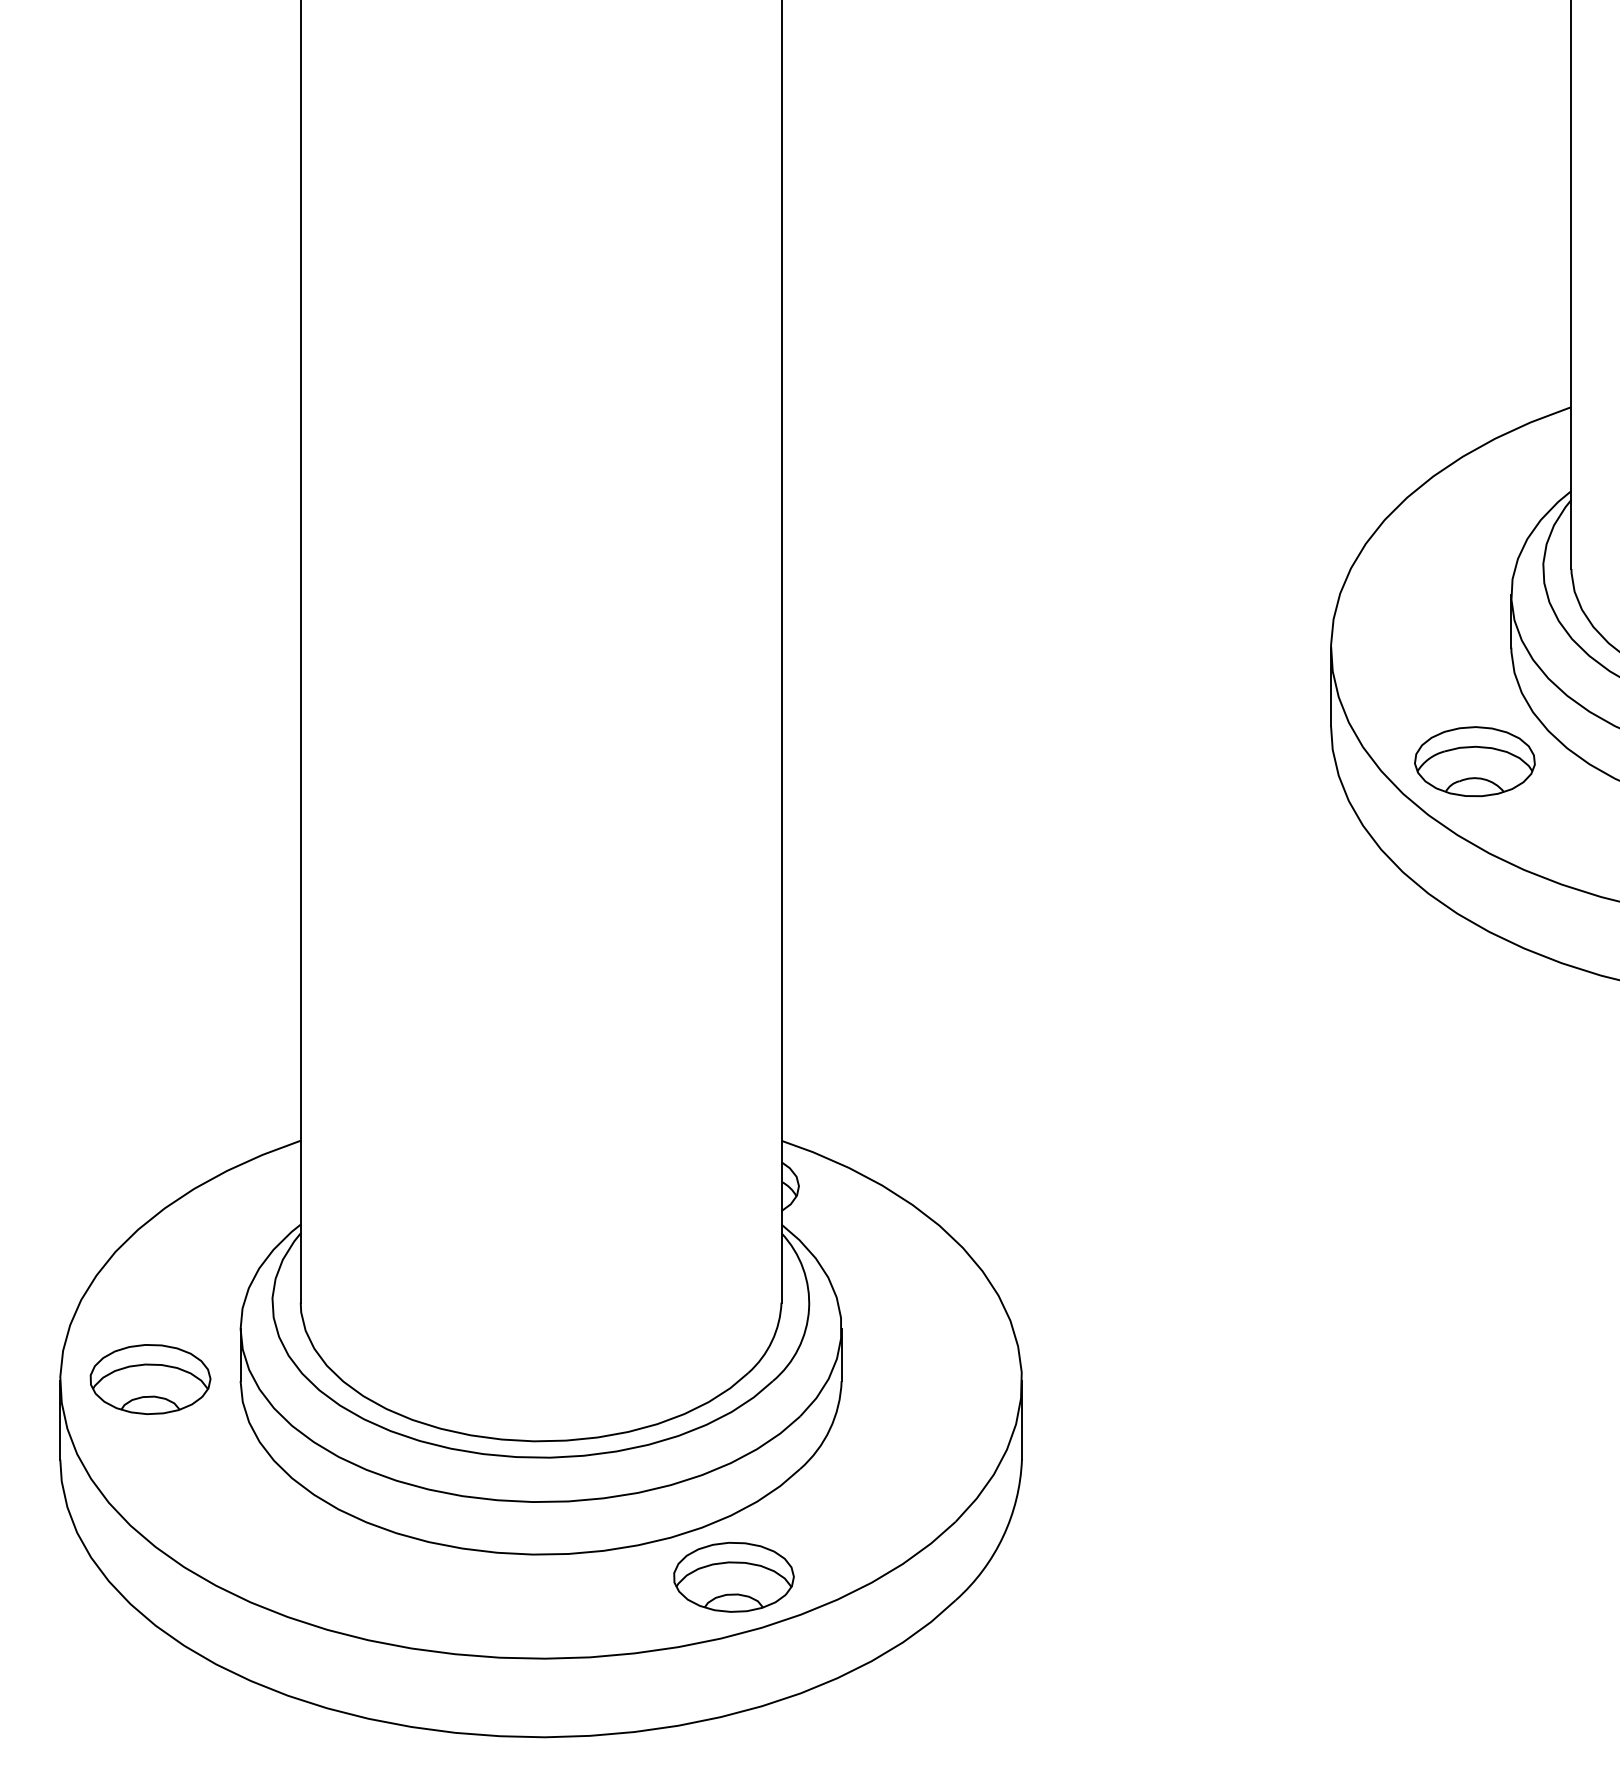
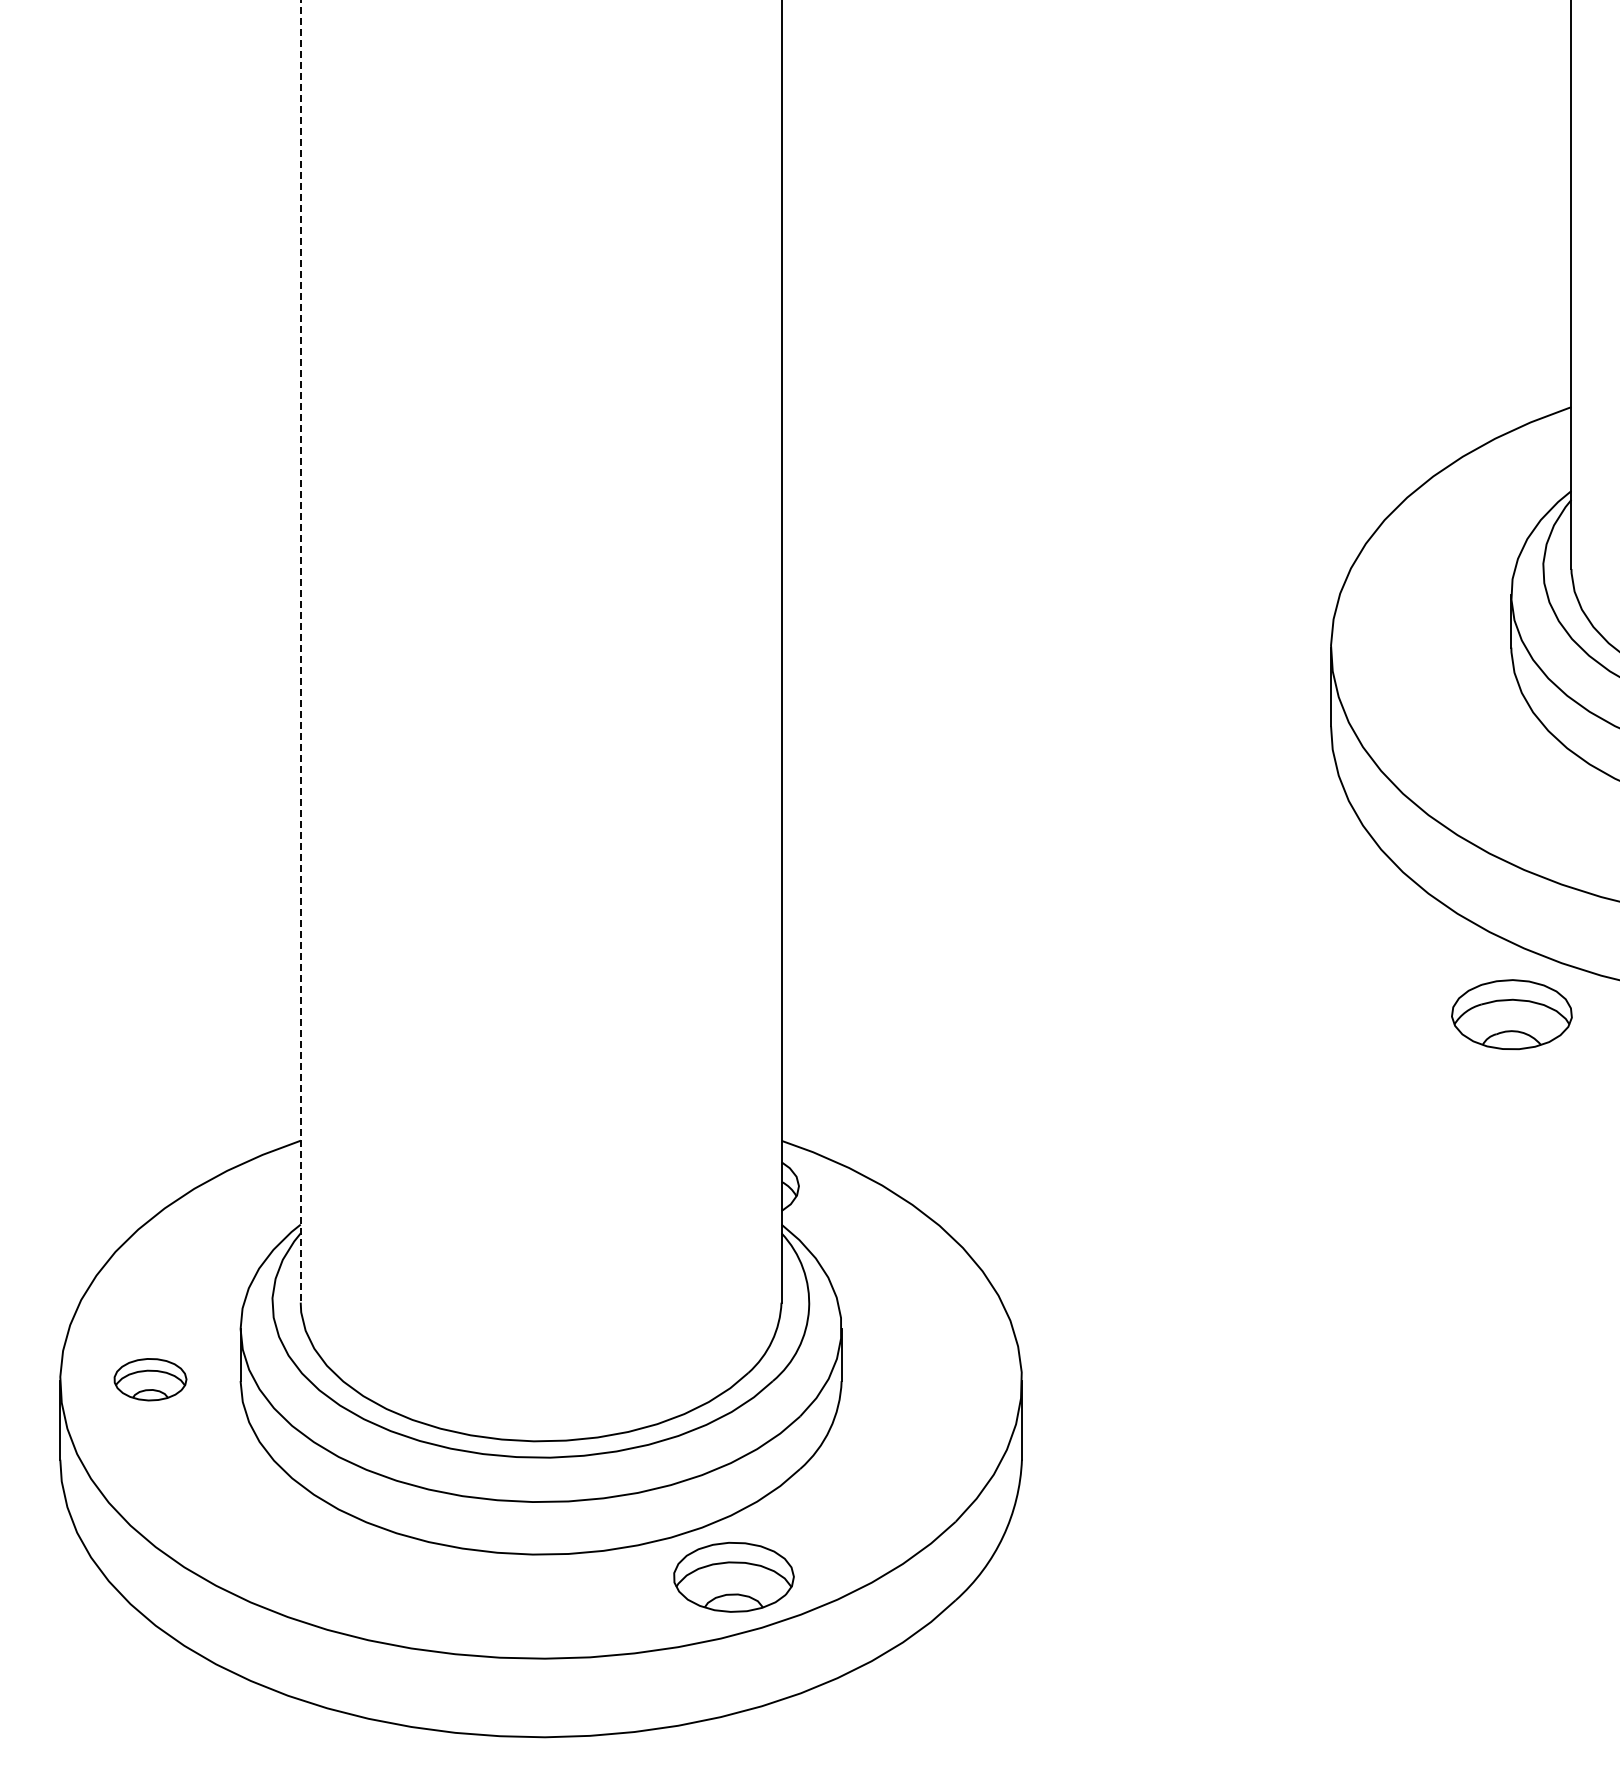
line at (300, 651): solid -> dashed
part at (1474, 761) position: (1474, 761) -> (1511, 1014)
part at (150, 1379) size: 123x72 px -> 75x44 px
